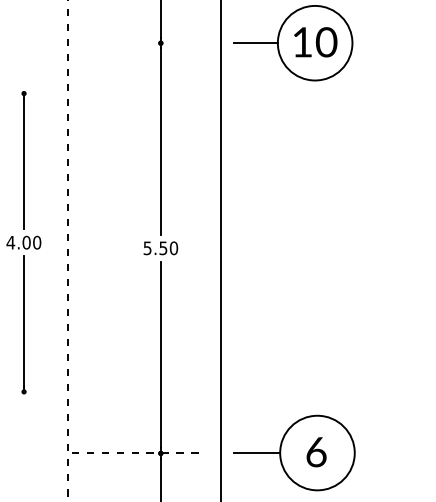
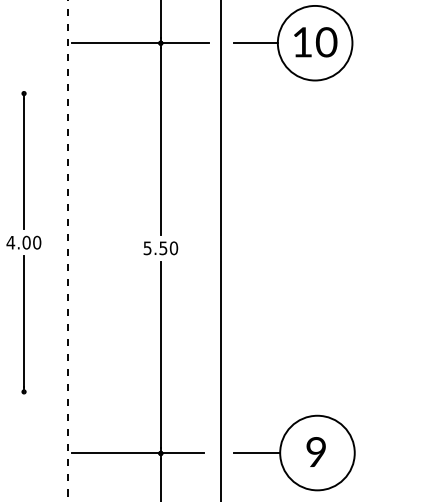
line at (140, 43): none -> present
text at (316, 452): 6 -> 9
line at (138, 453): dashed -> solid
